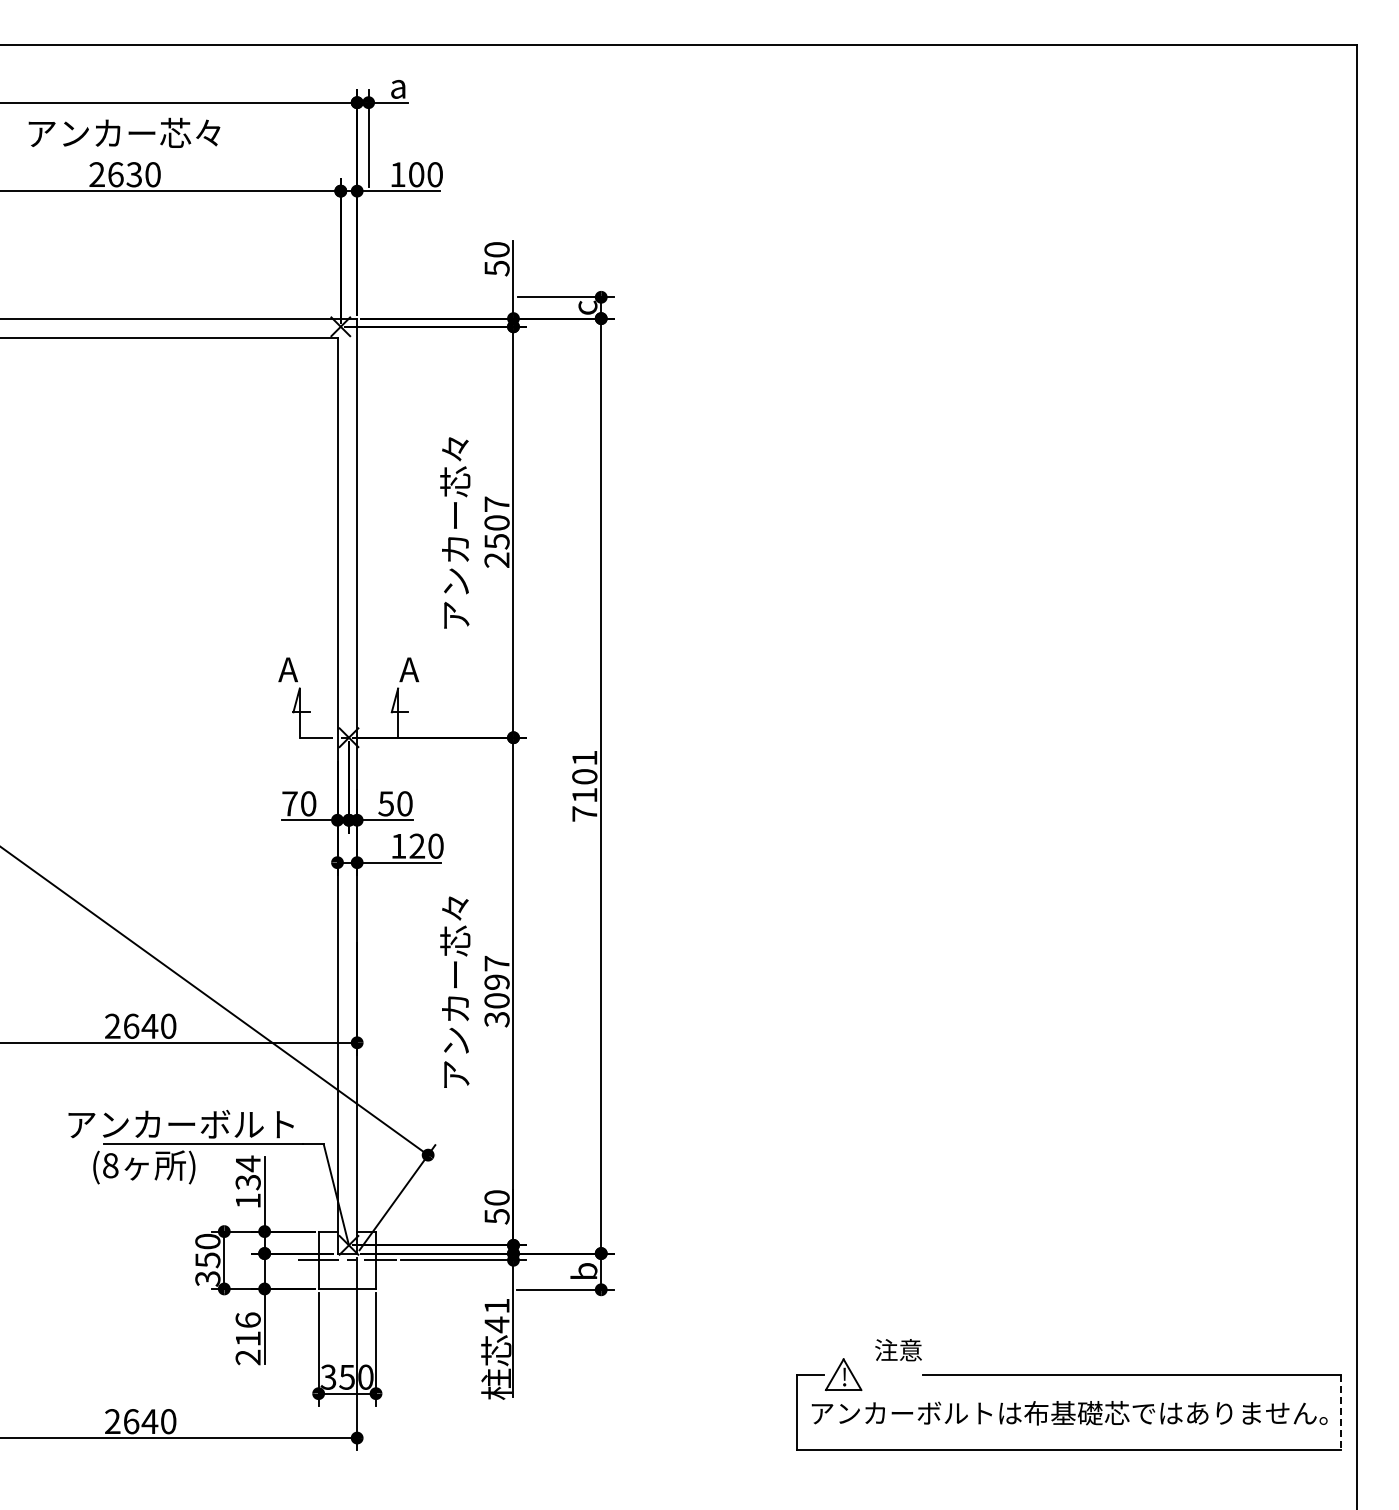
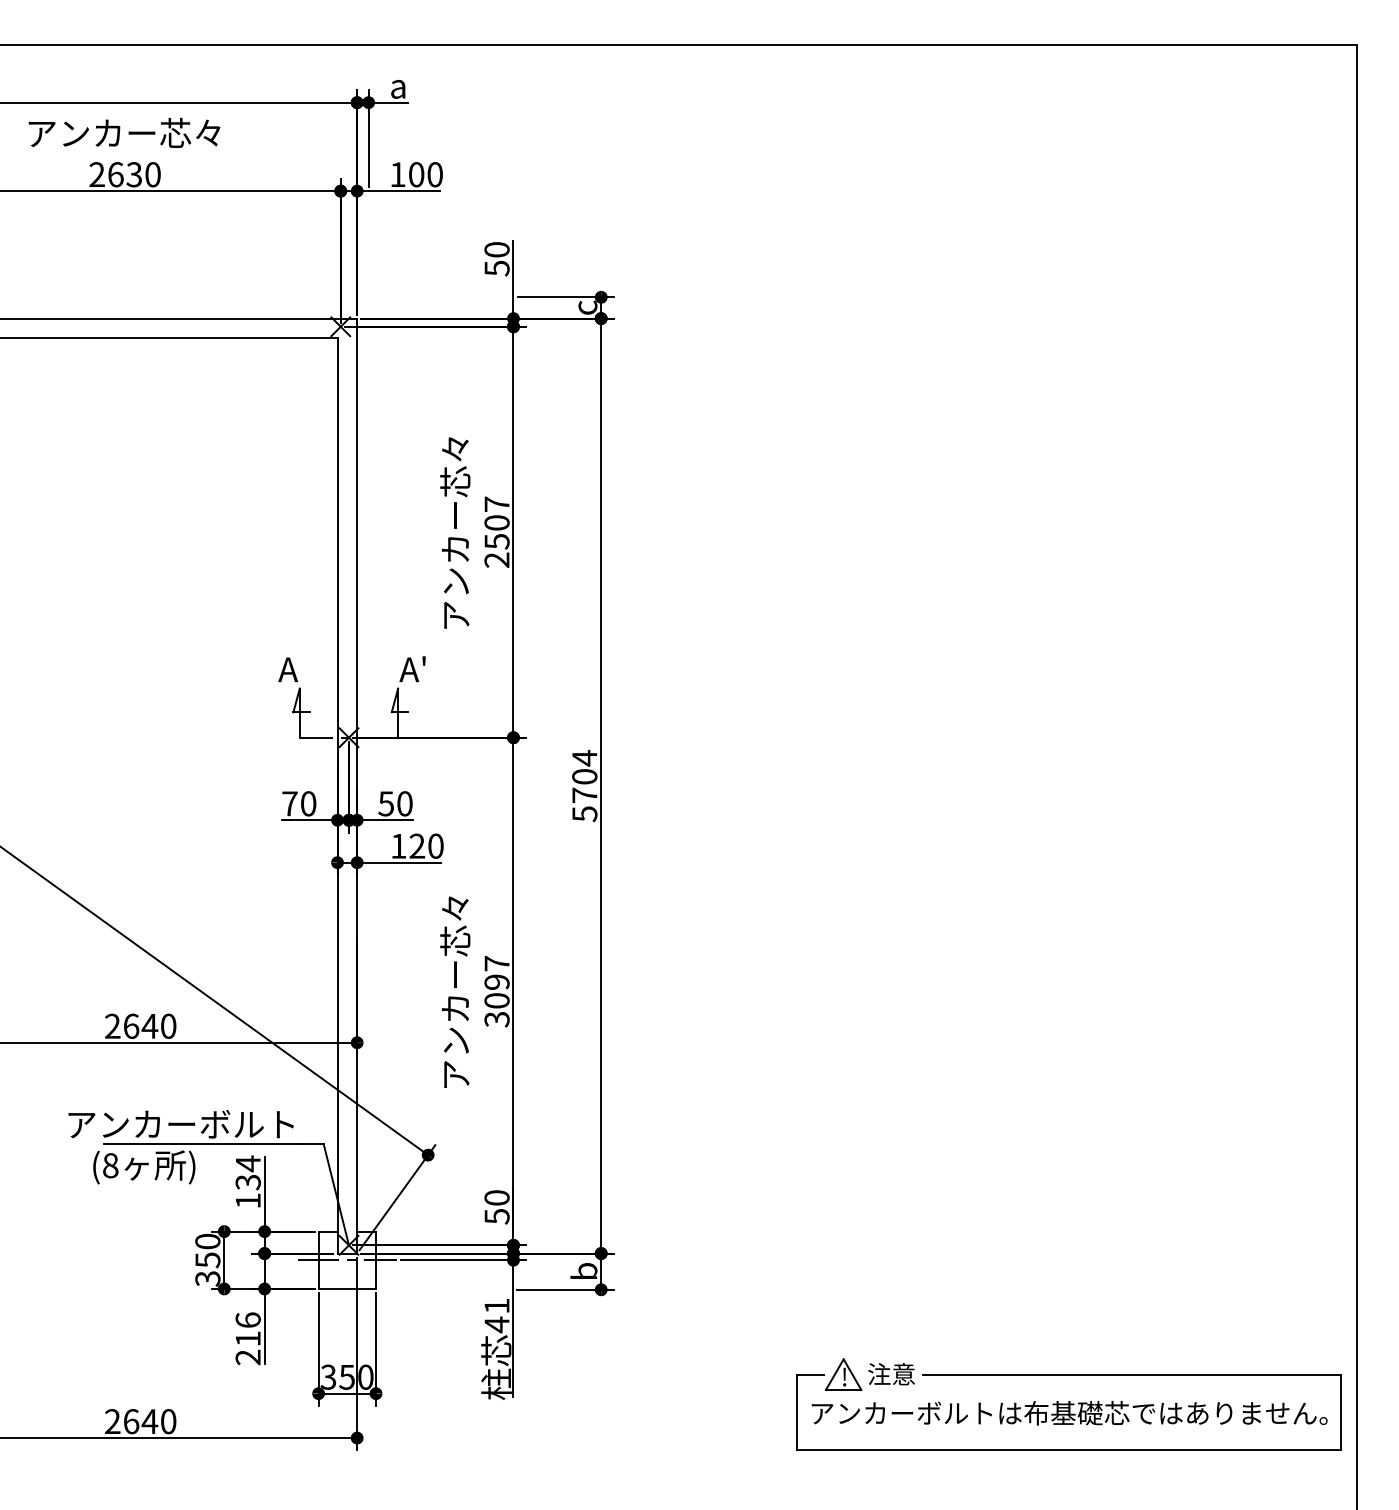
text at (423, 660): A -> A'
text at (584, 785): 7101 -> 5704
text at (898, 1350) position: (898, 1350) -> (891, 1374)
line at (1341, 1412): dashed -> solid
